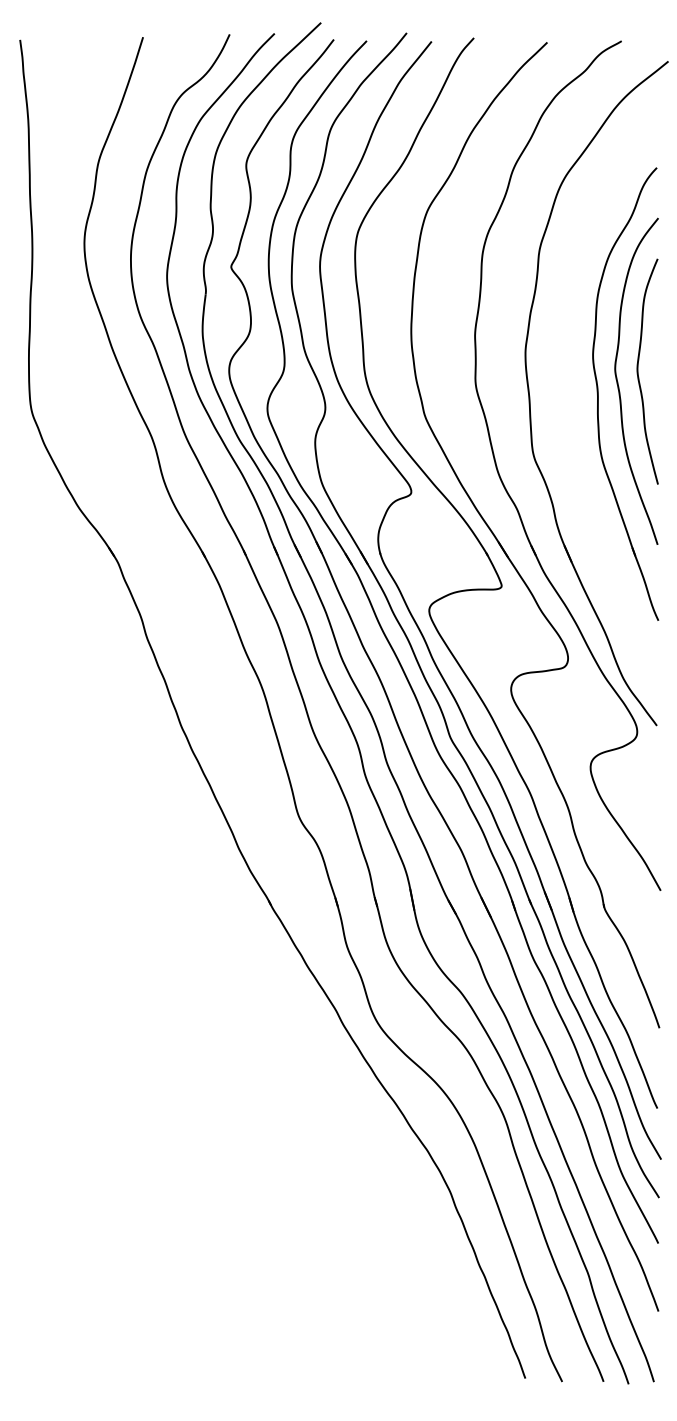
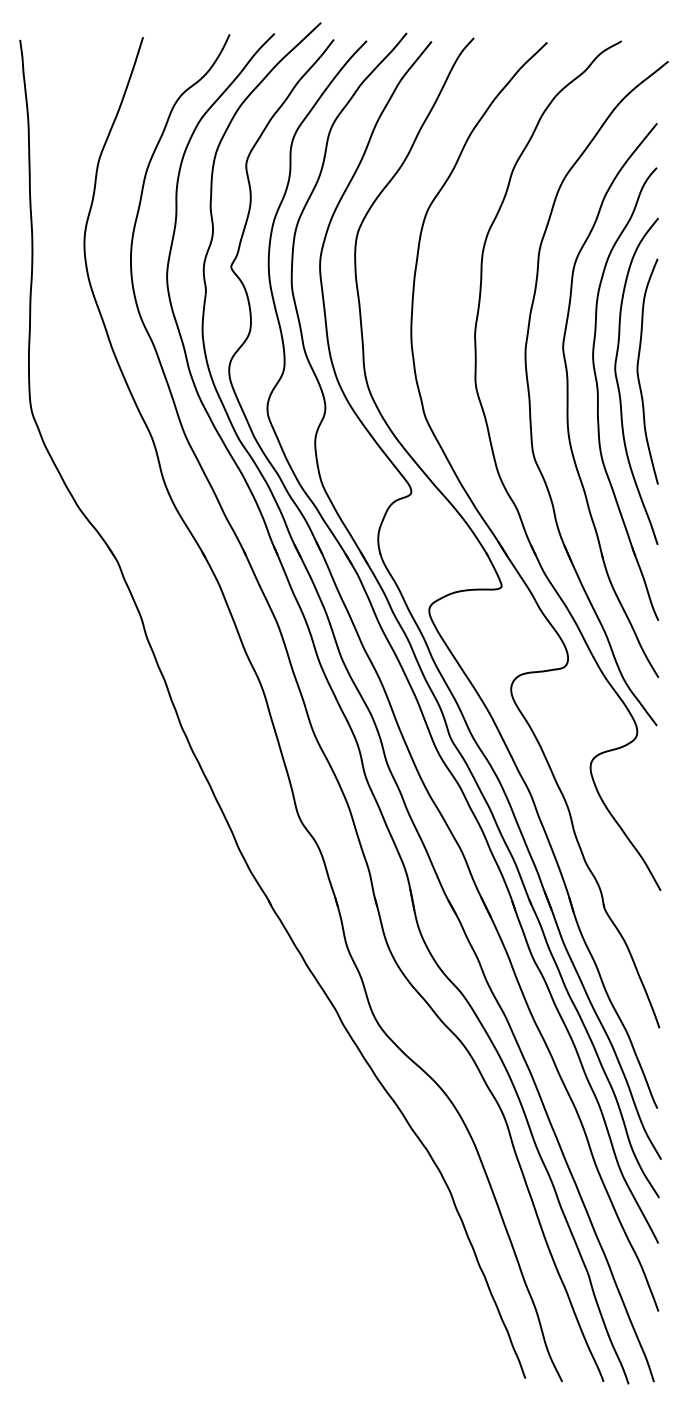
part at (568, 400): none -> present
